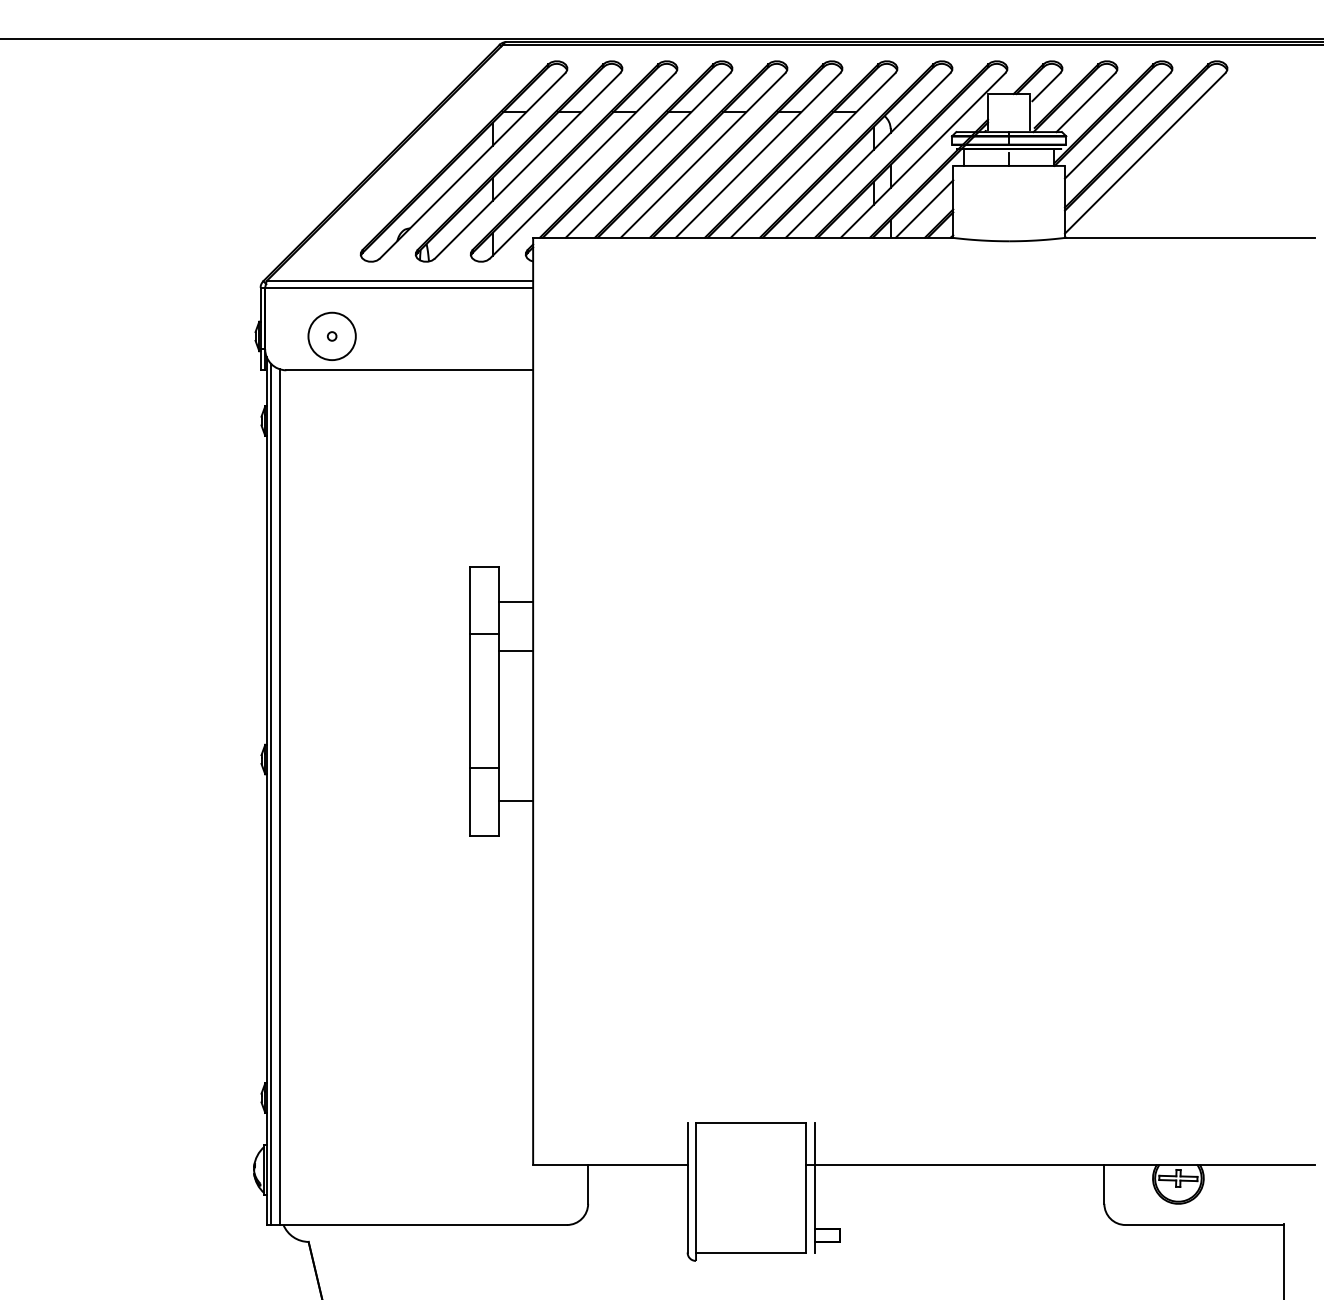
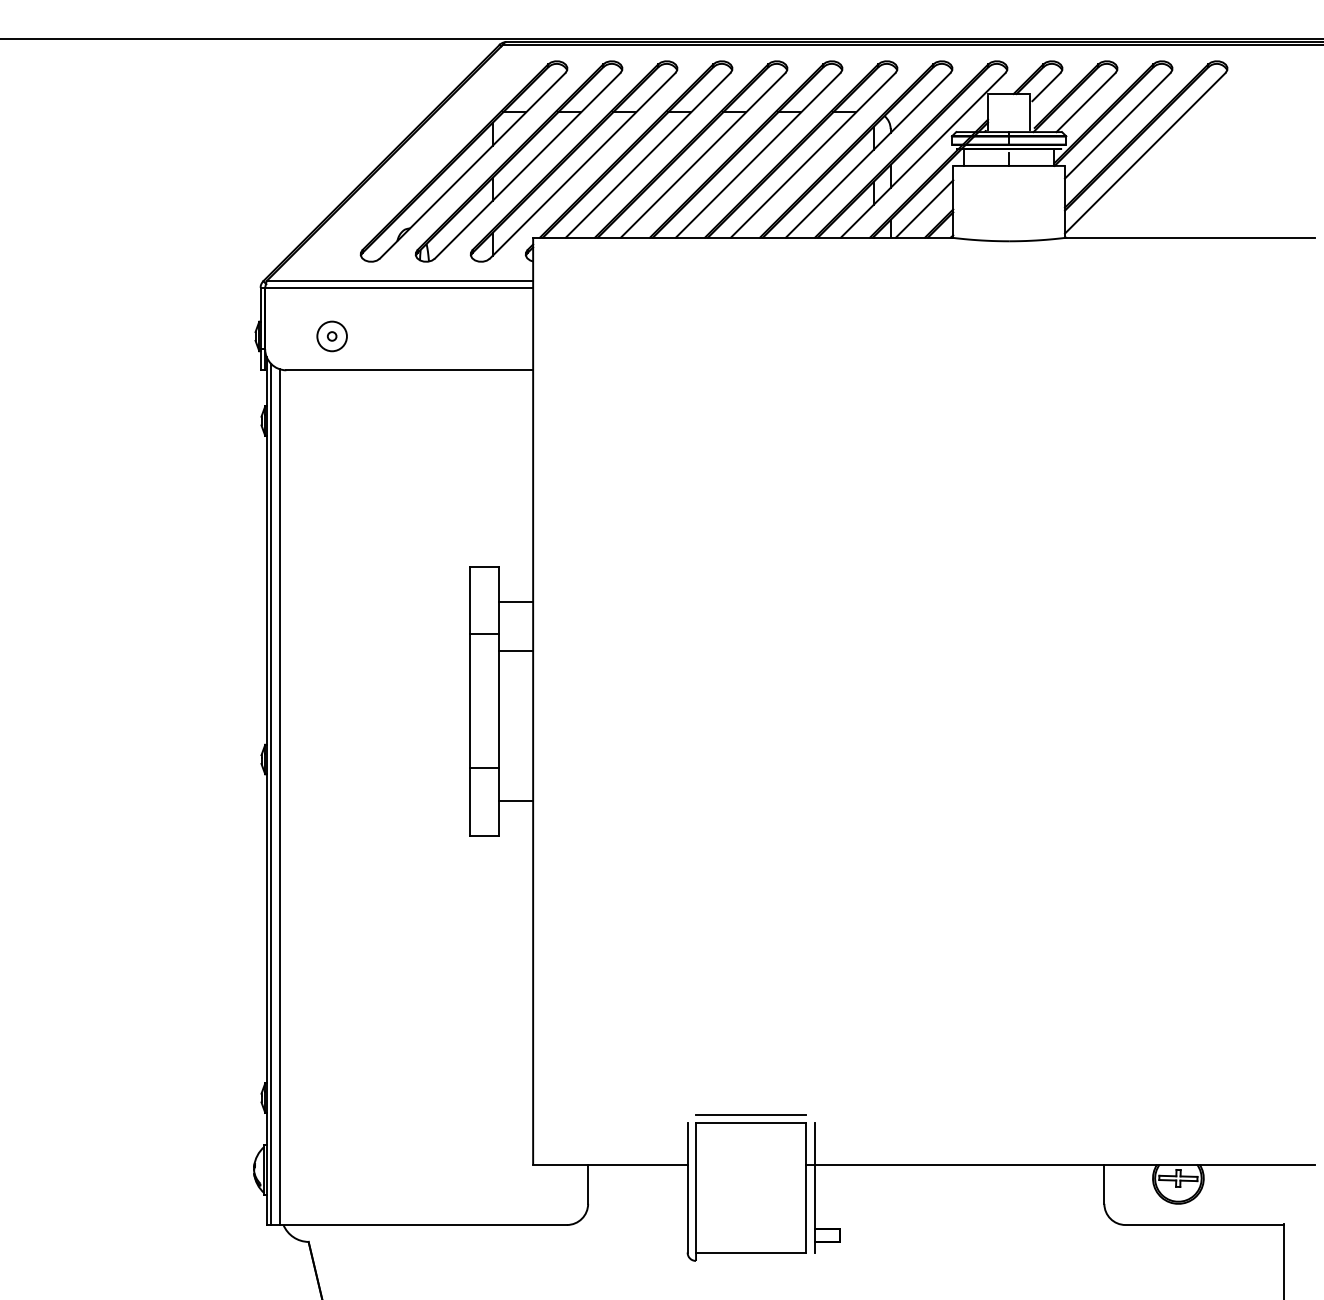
circle at (331, 336) diameter: 47 px -> 30 px
line at (751, 1115): none -> present
